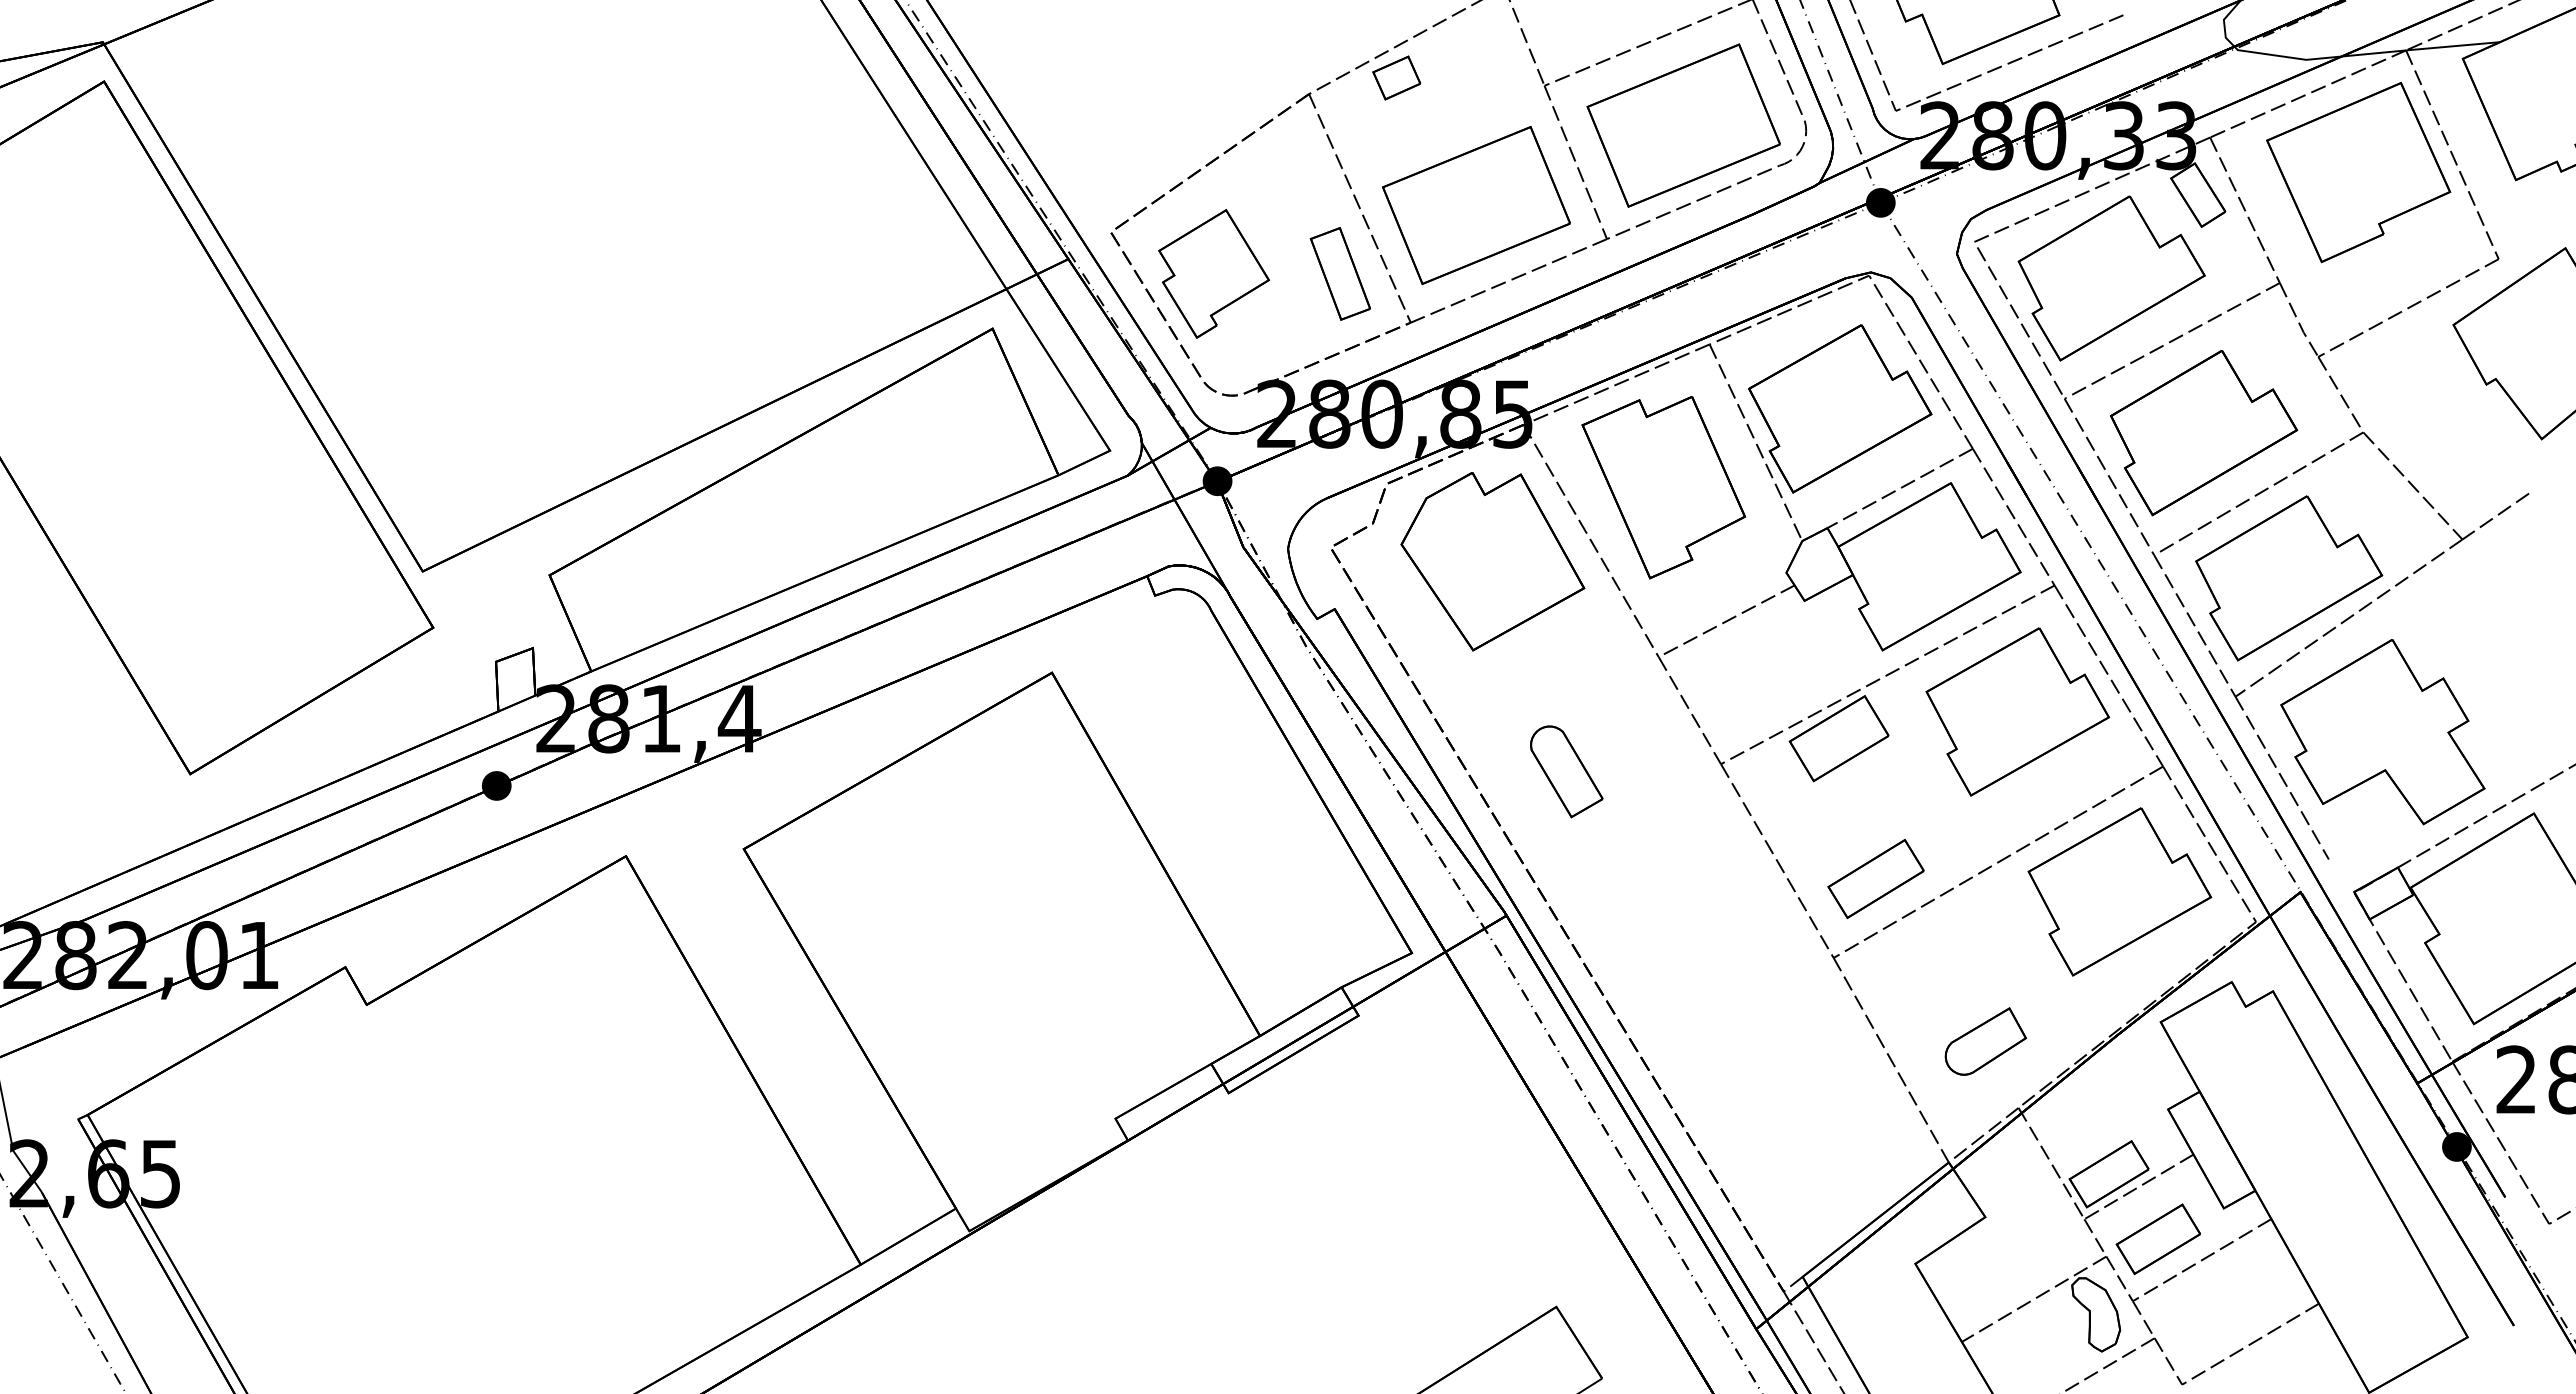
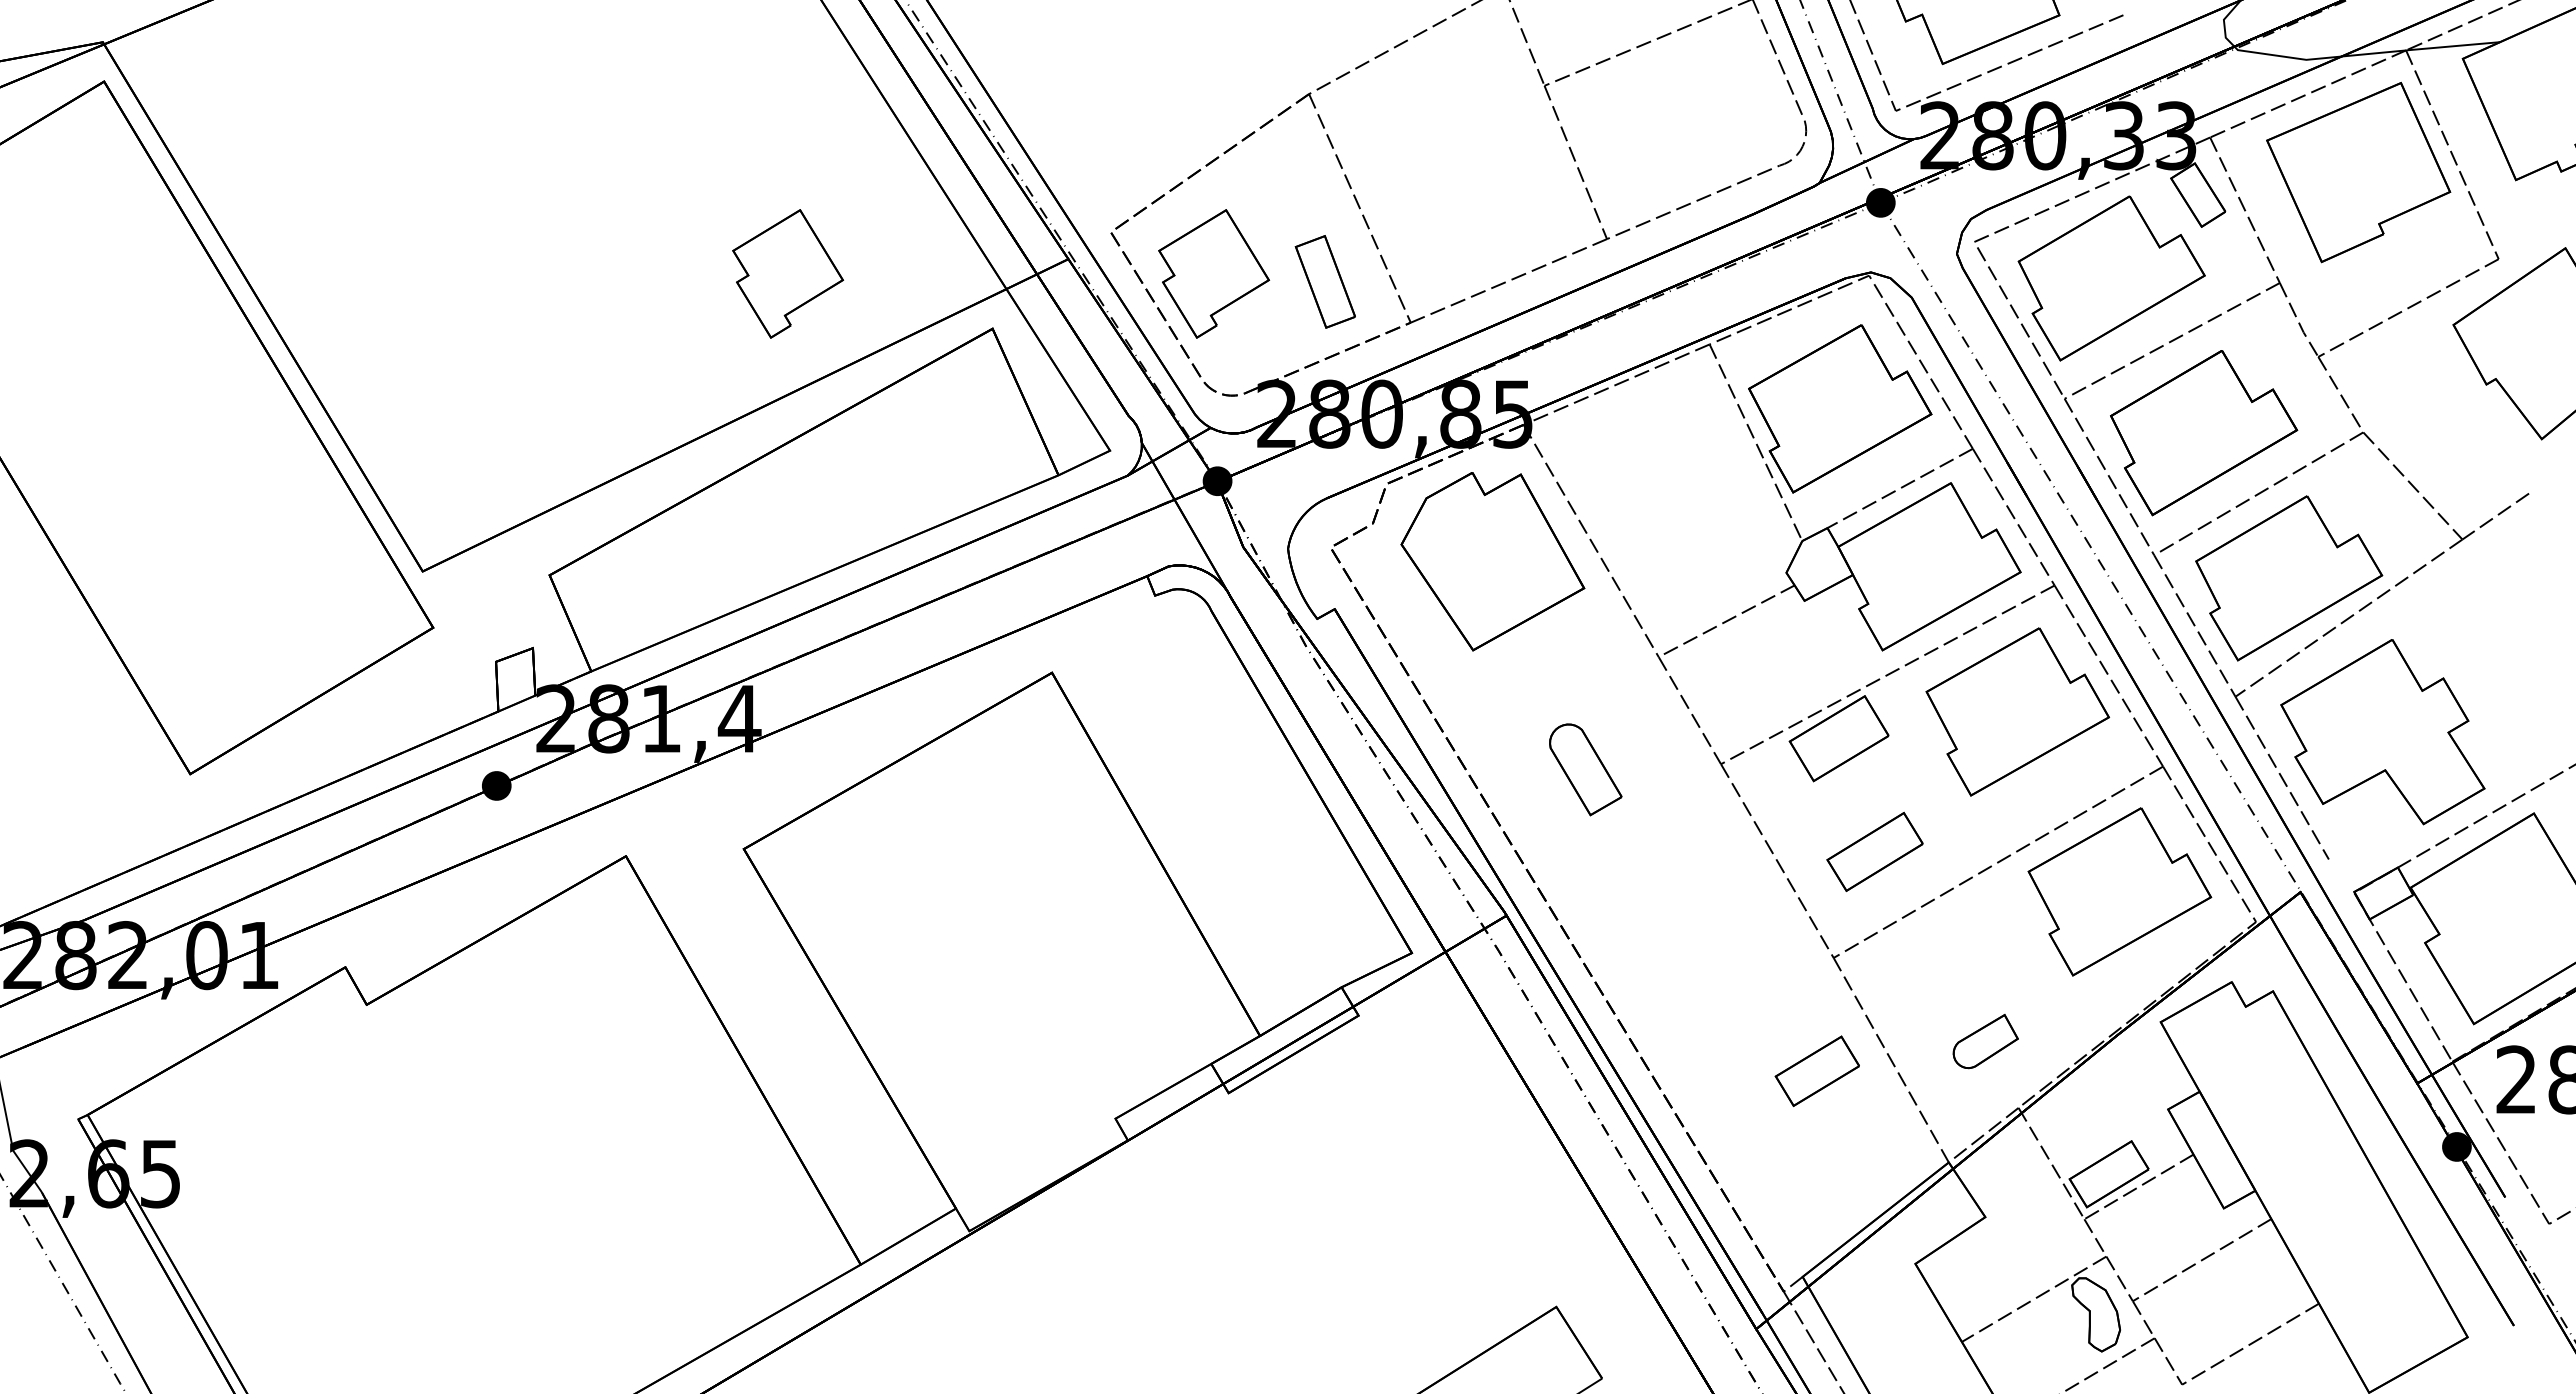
part at (1396, 77): present -> none
part at (1683, 125): present -> none
part at (1476, 205): present -> none
part at (788, 273): none -> present
part at (1339, 273) position: (1339, 273) -> (1324, 281)
part at (1663, 487): present -> none
part at (1566, 771) position: (1566, 771) -> (1585, 769)
part at (1875, 878) position: (1875, 878) -> (1874, 851)
part at (1985, 1041) size: 83x69 px -> 67x56 px
part at (2157, 1238) position: (2157, 1238) -> (1816, 1070)
